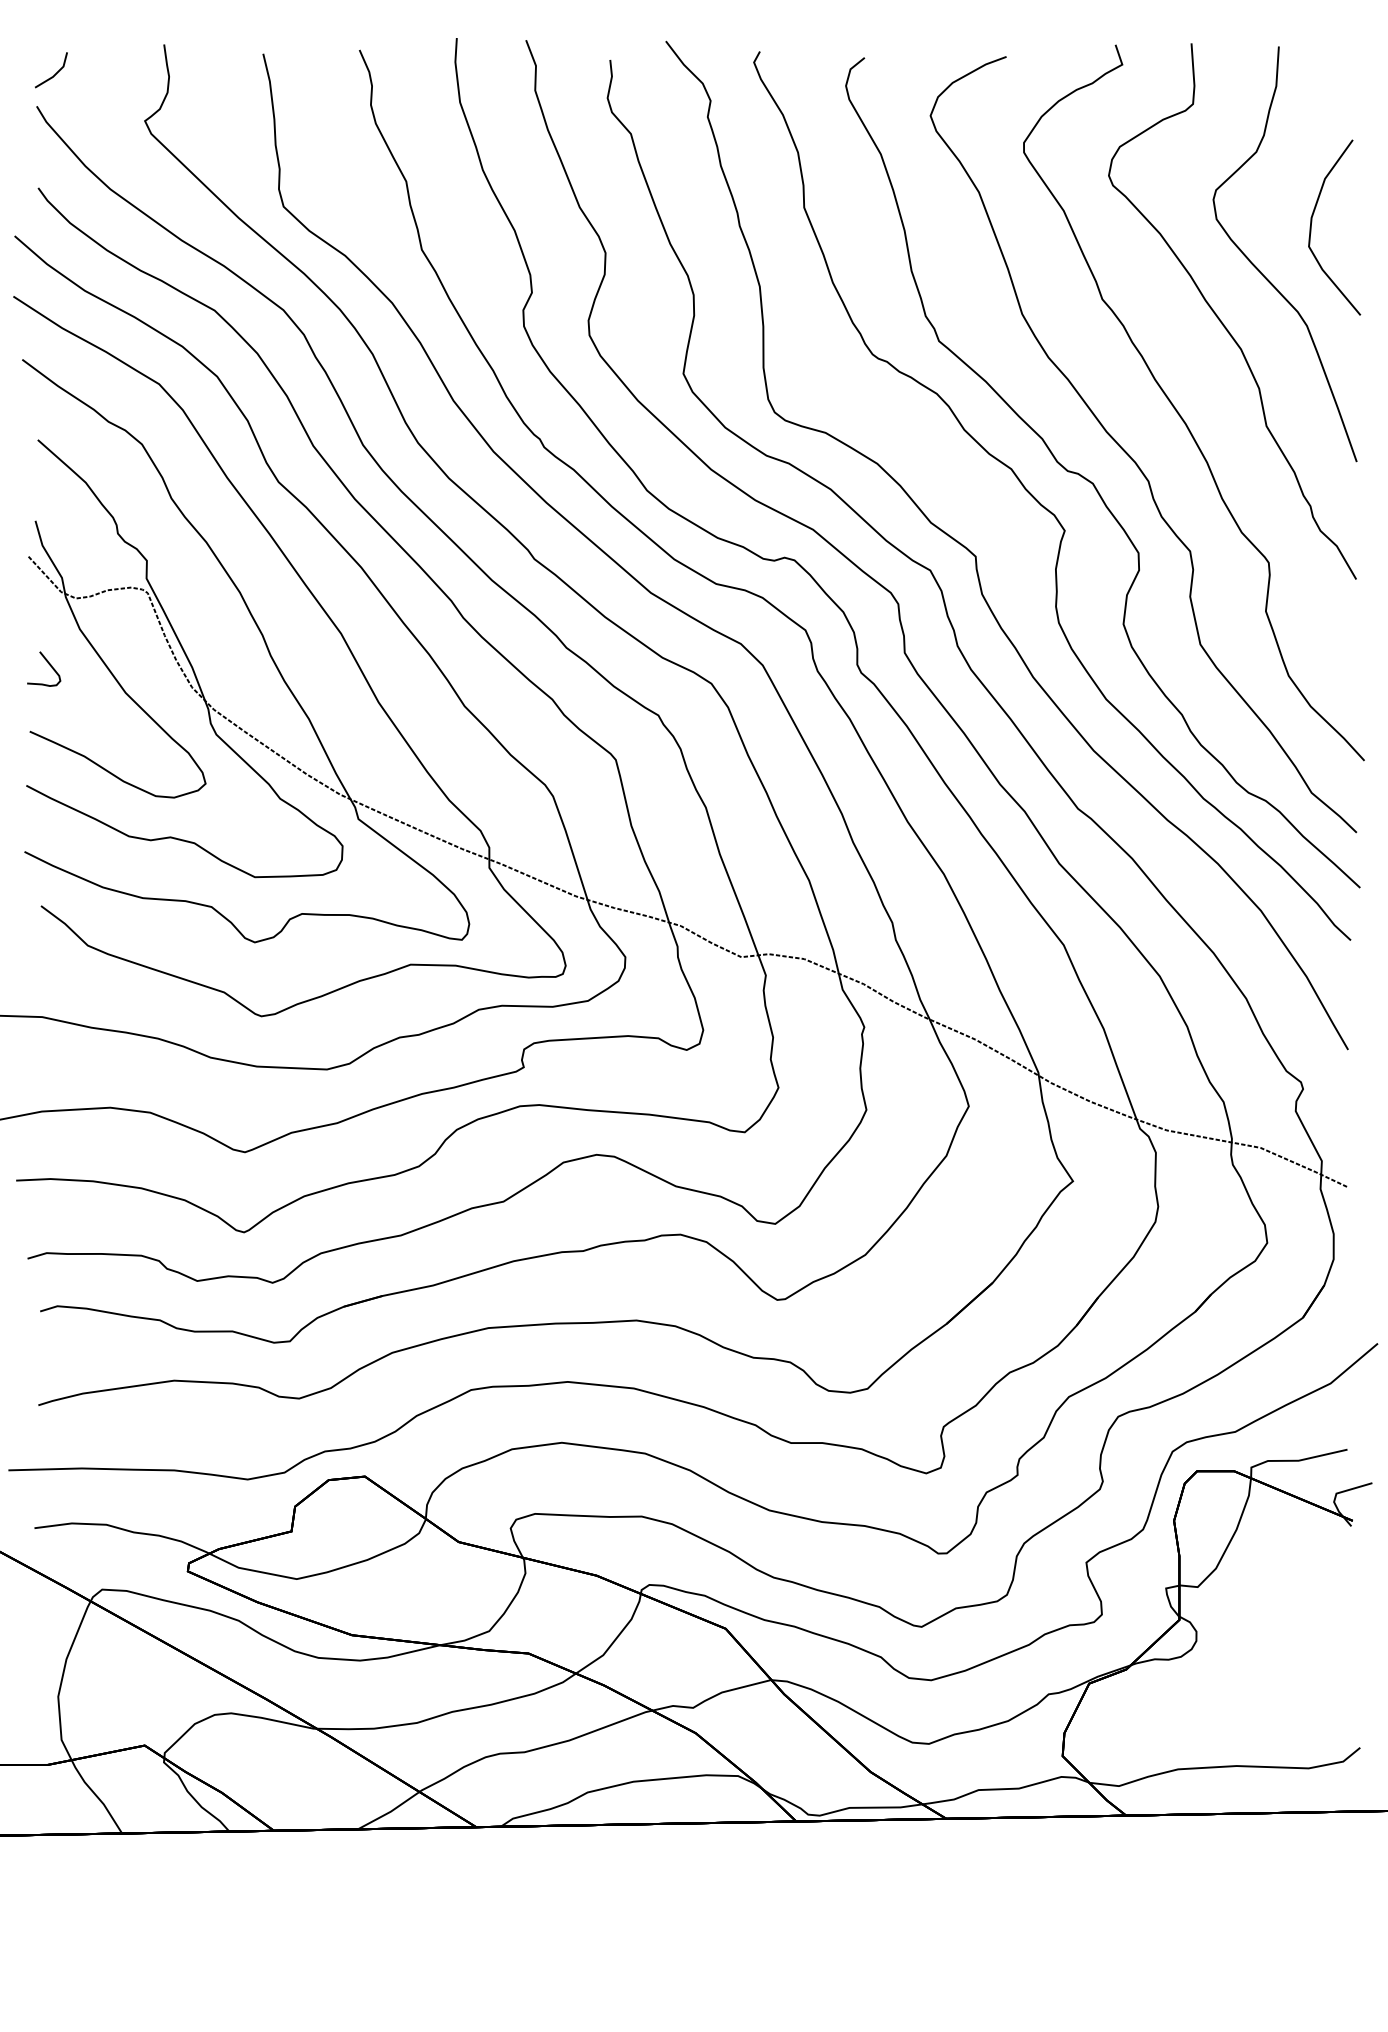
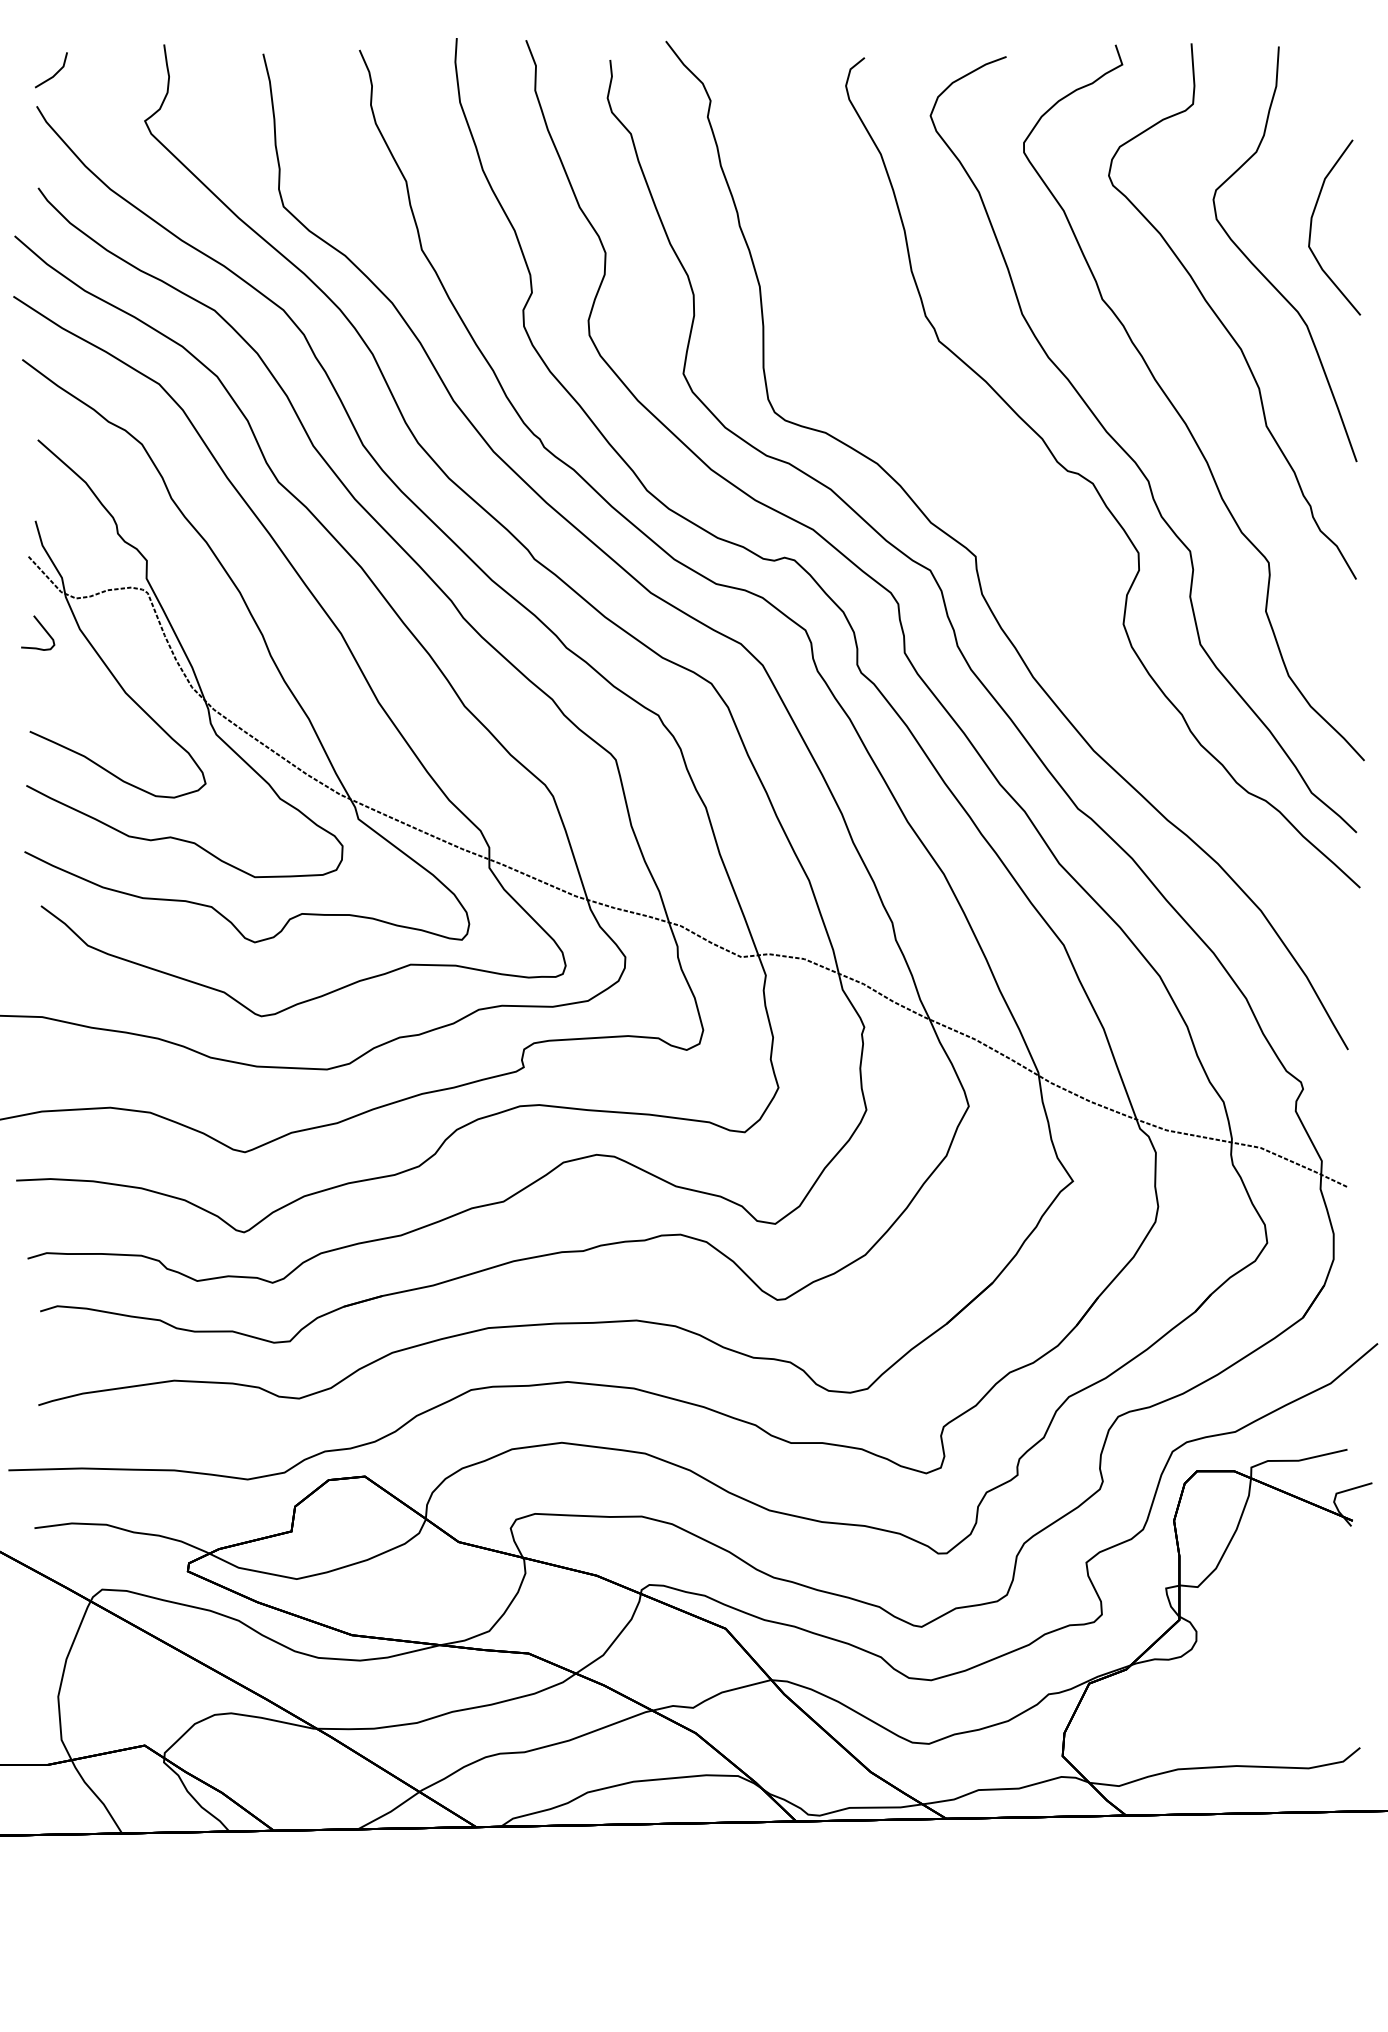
part at (1046, 507): present -> none
part at (44, 668) position: (44, 668) -> (38, 632)
